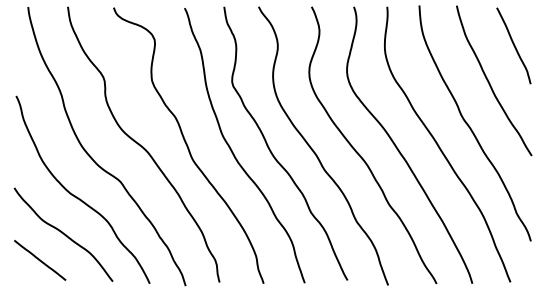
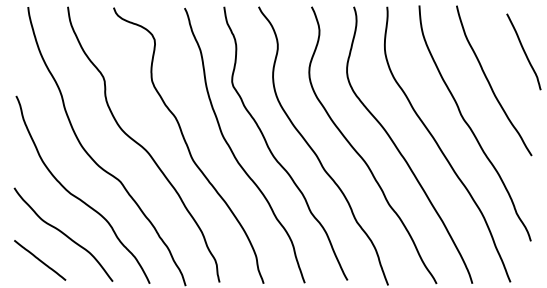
curve at (513, 45) position: (513, 45) -> (523, 51)
